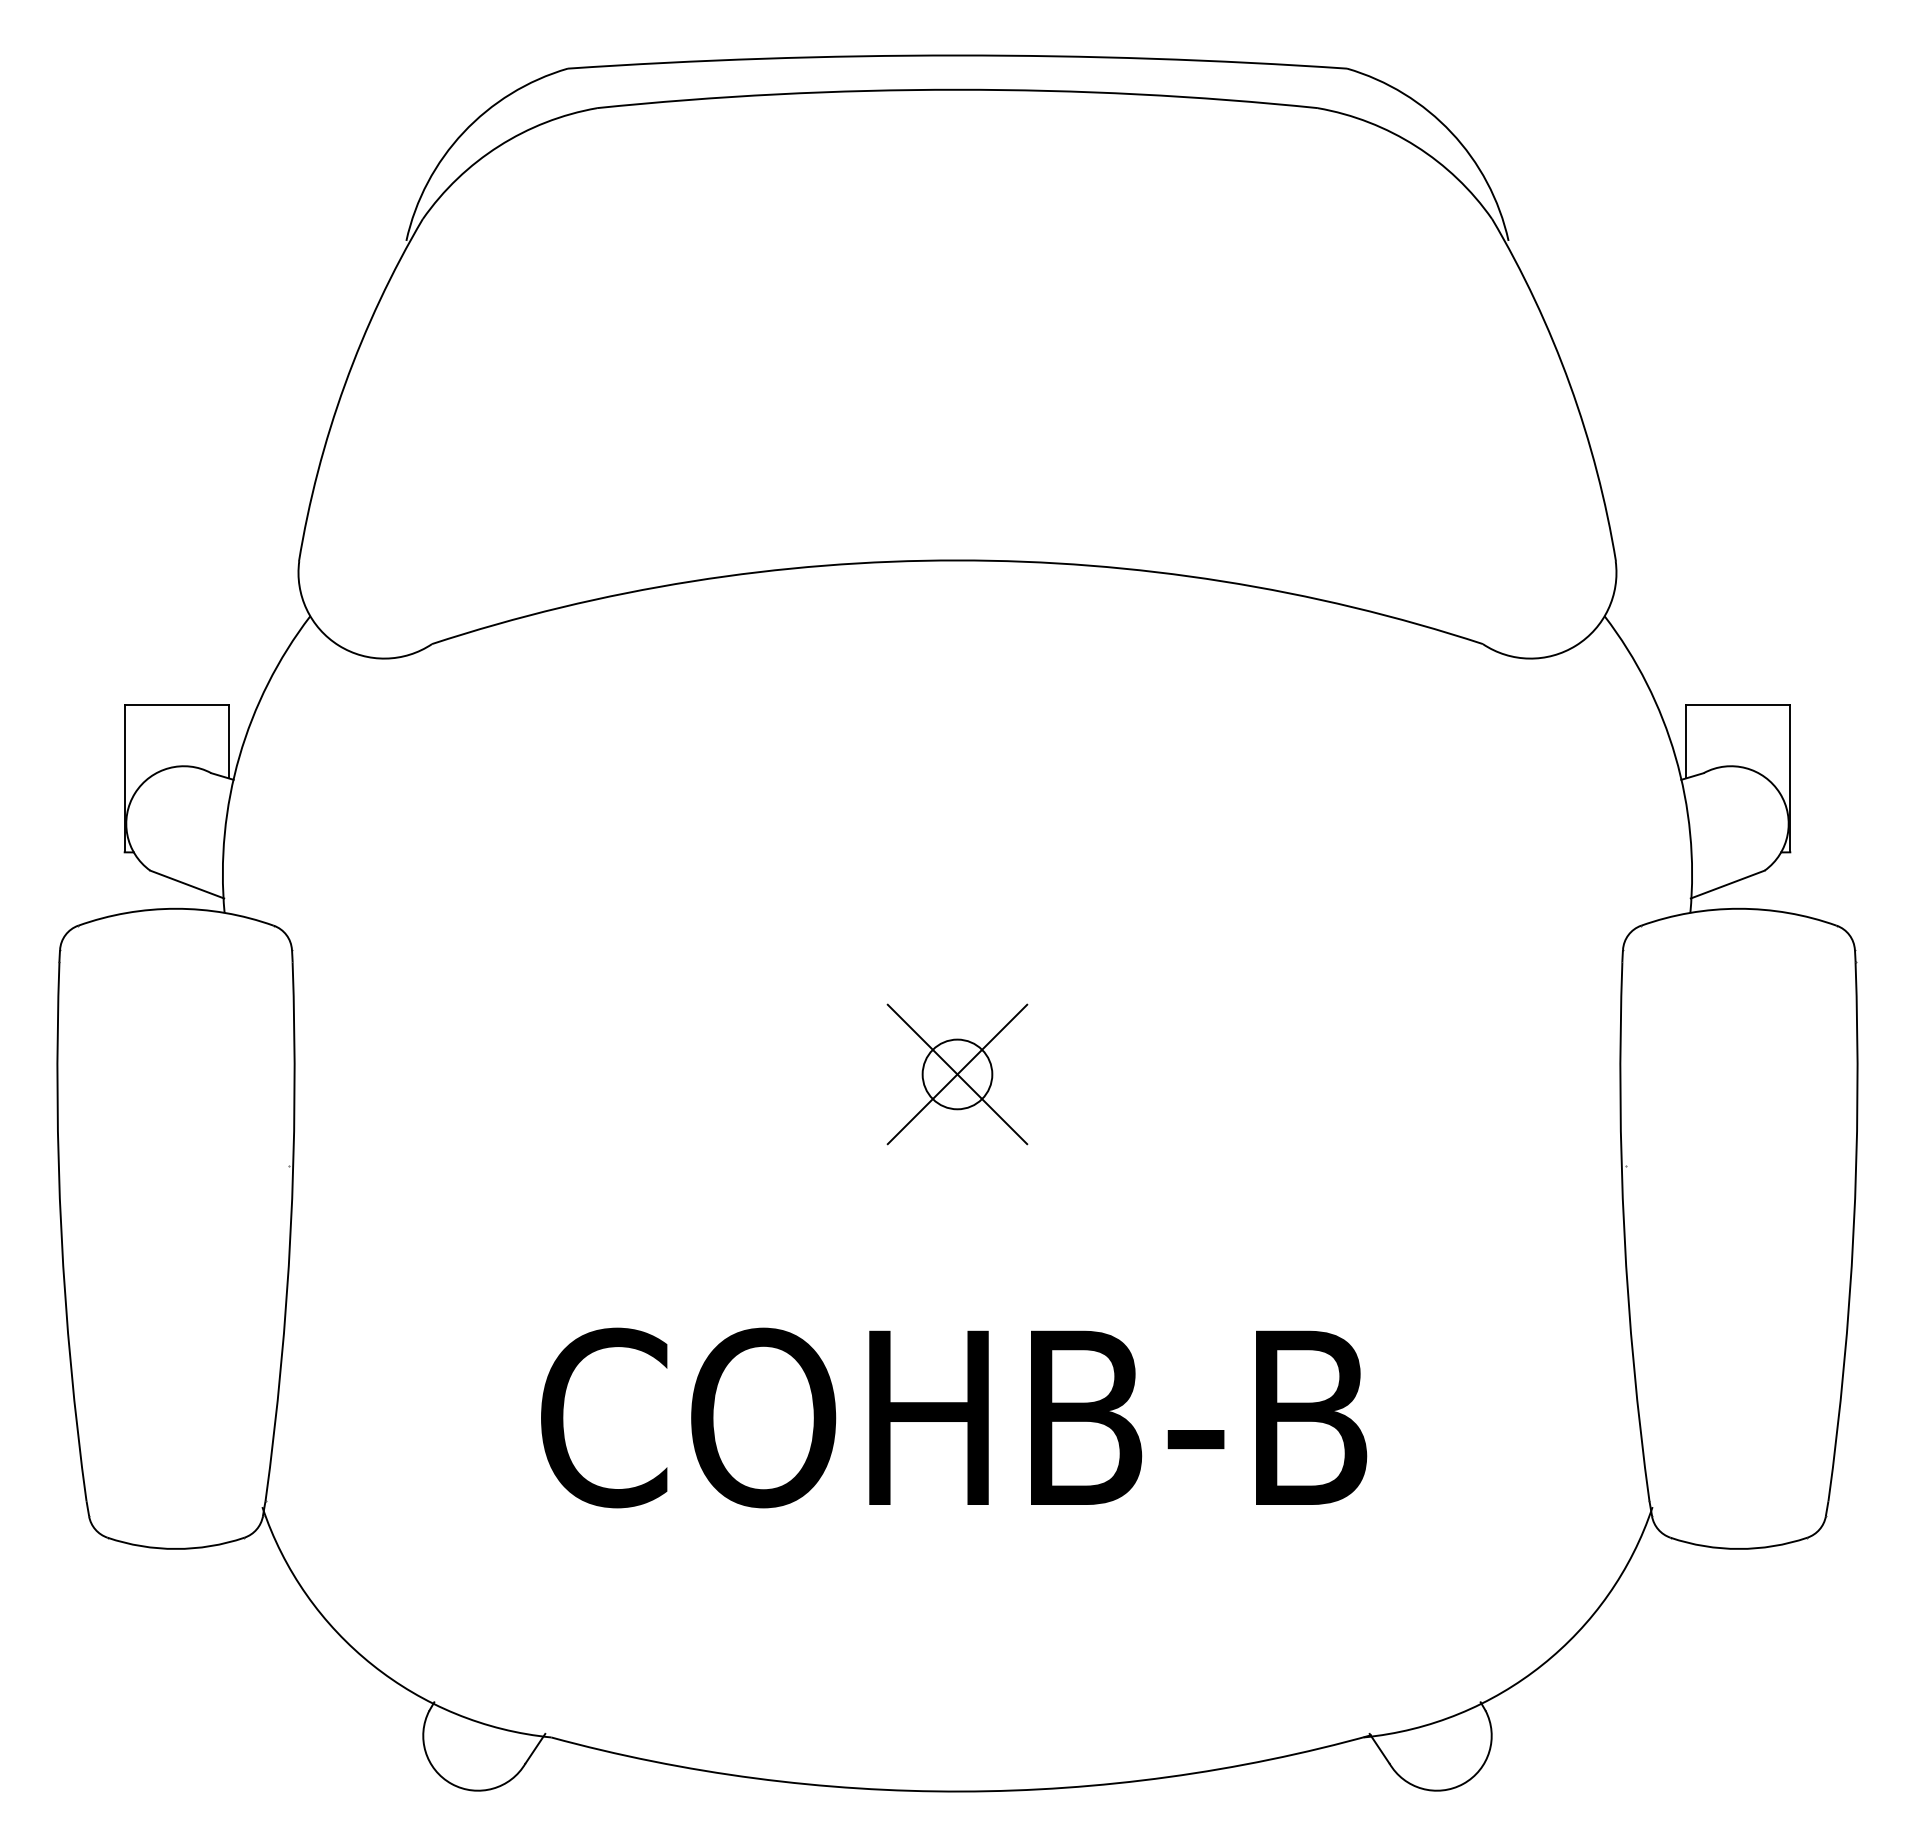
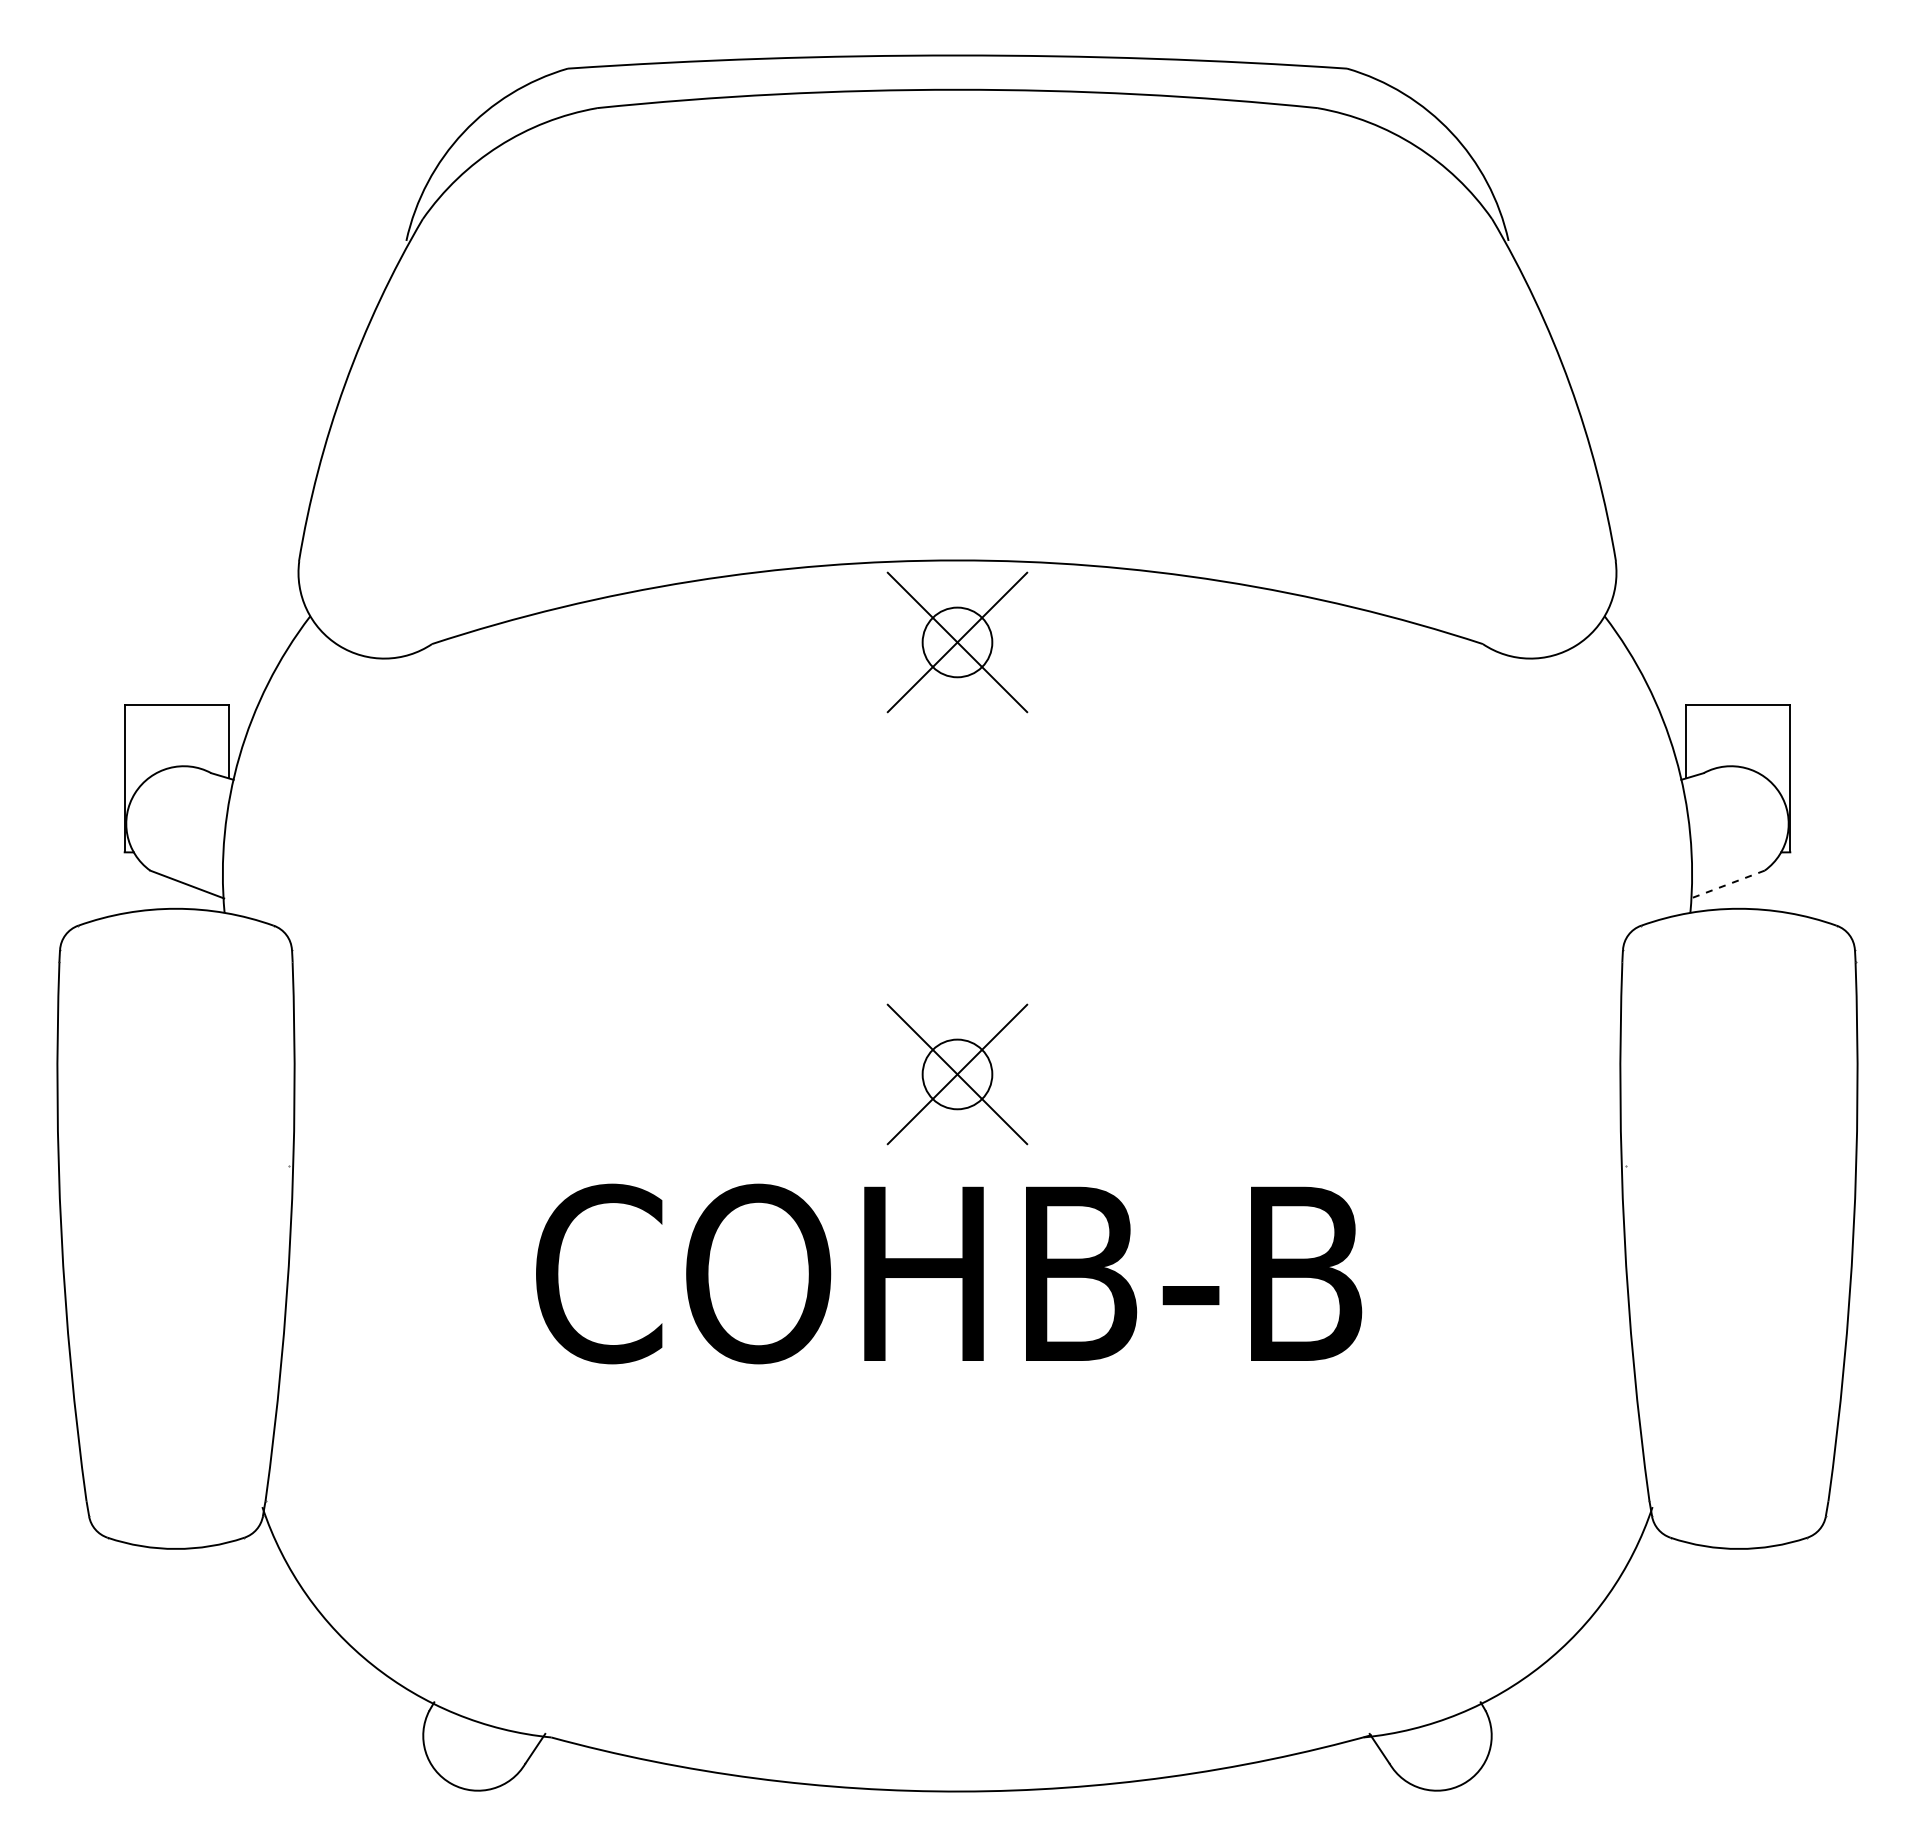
part at (957, 642): none -> present
line at (1727, 884): solid -> dashed
text at (954, 1417) position: (954, 1417) -> (949, 1273)
